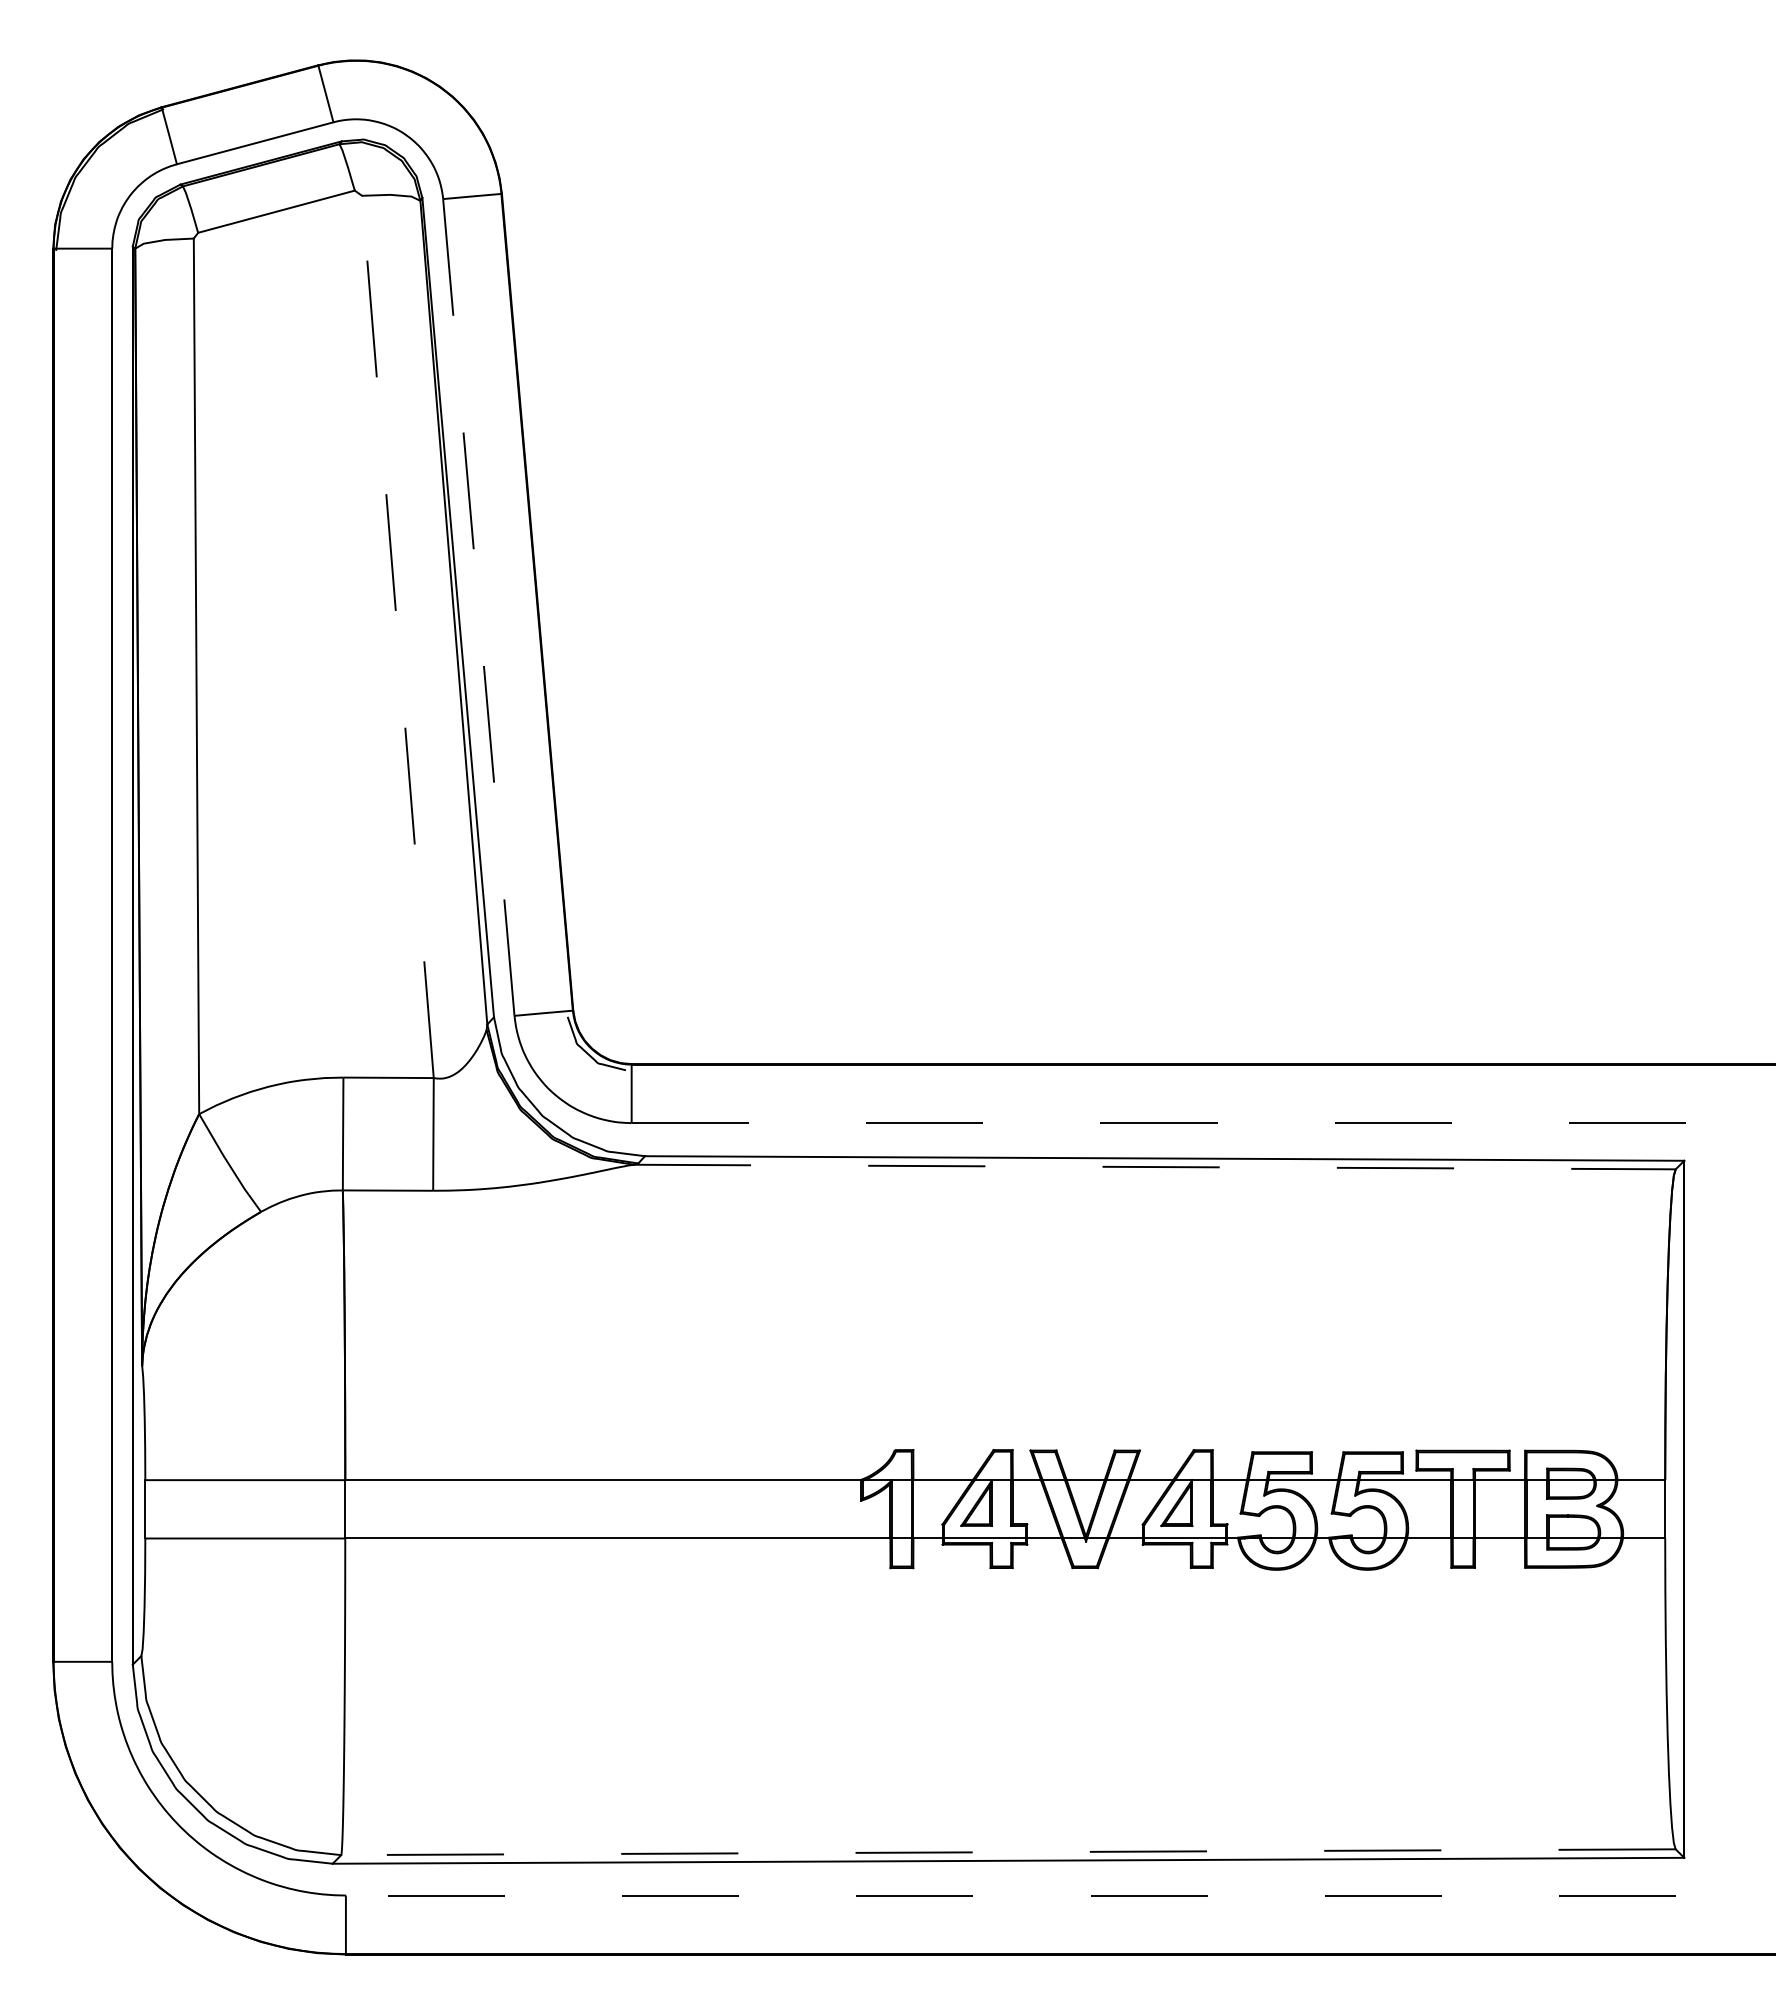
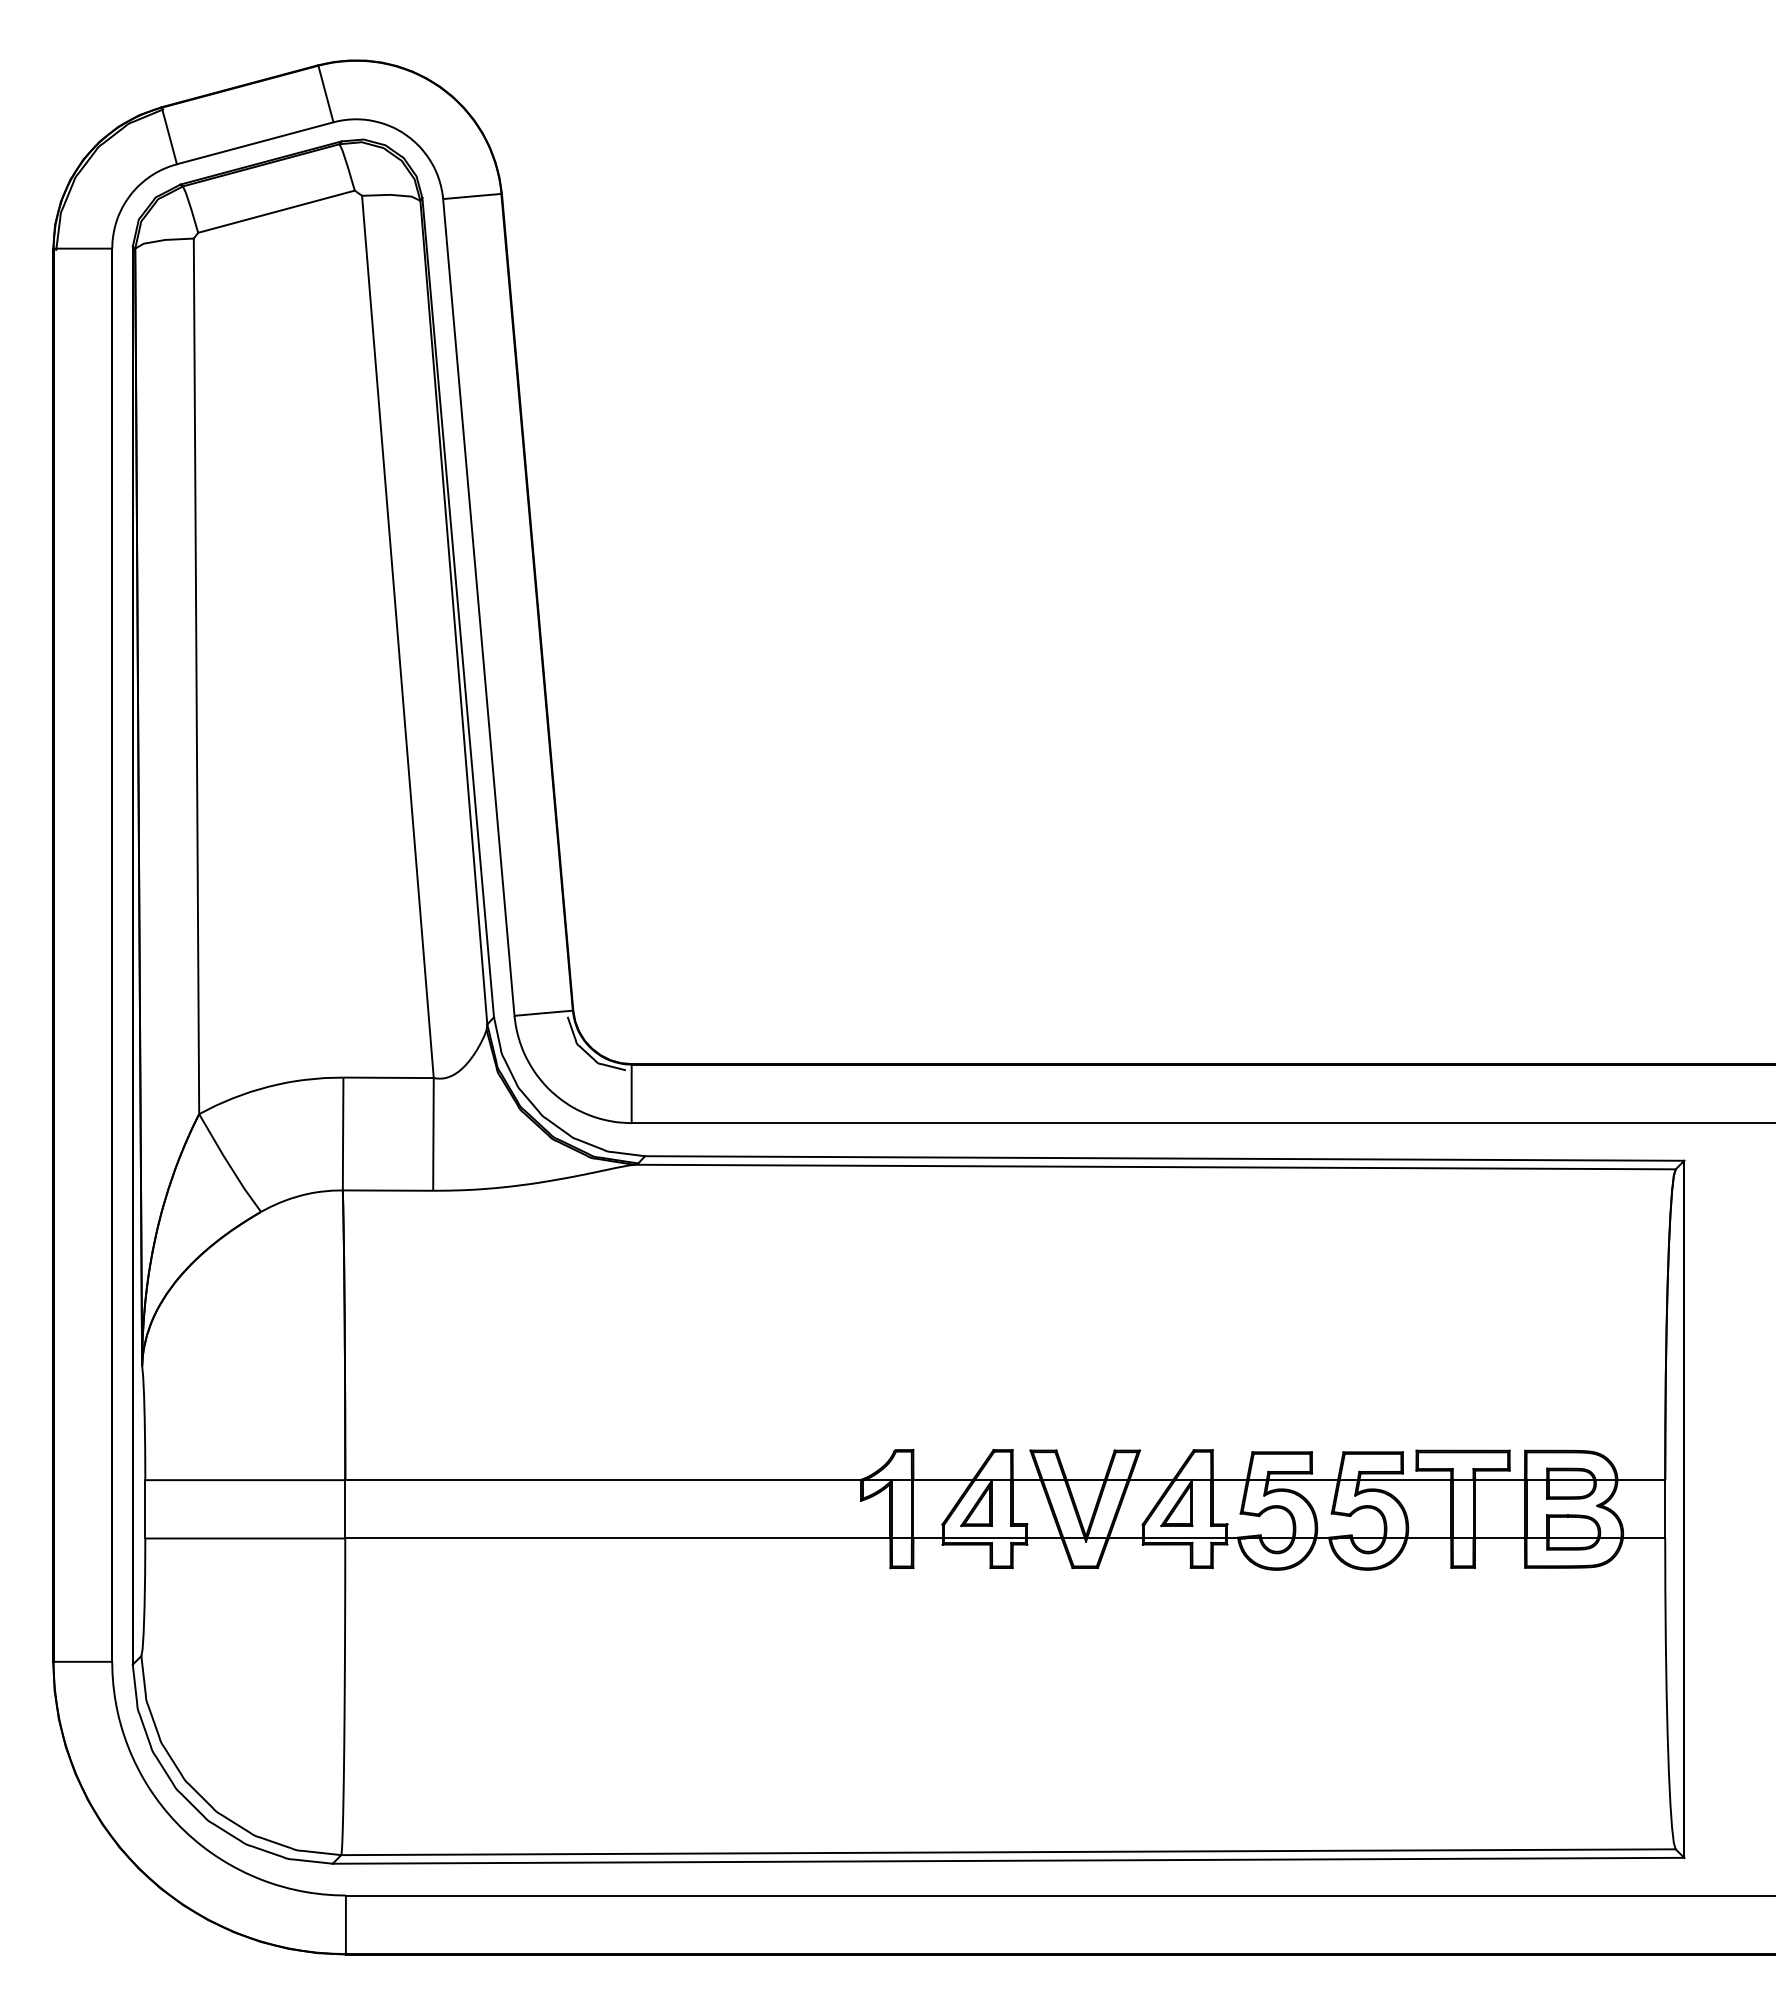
line at (478, 607): dashed -> solid
line at (397, 636): dashed -> solid
line at (1203, 1123): dashed -> solid
line at (1154, 1167): dashed -> solid
line at (1007, 1852): dashed -> solid
line at (1060, 1895): dashed -> solid
